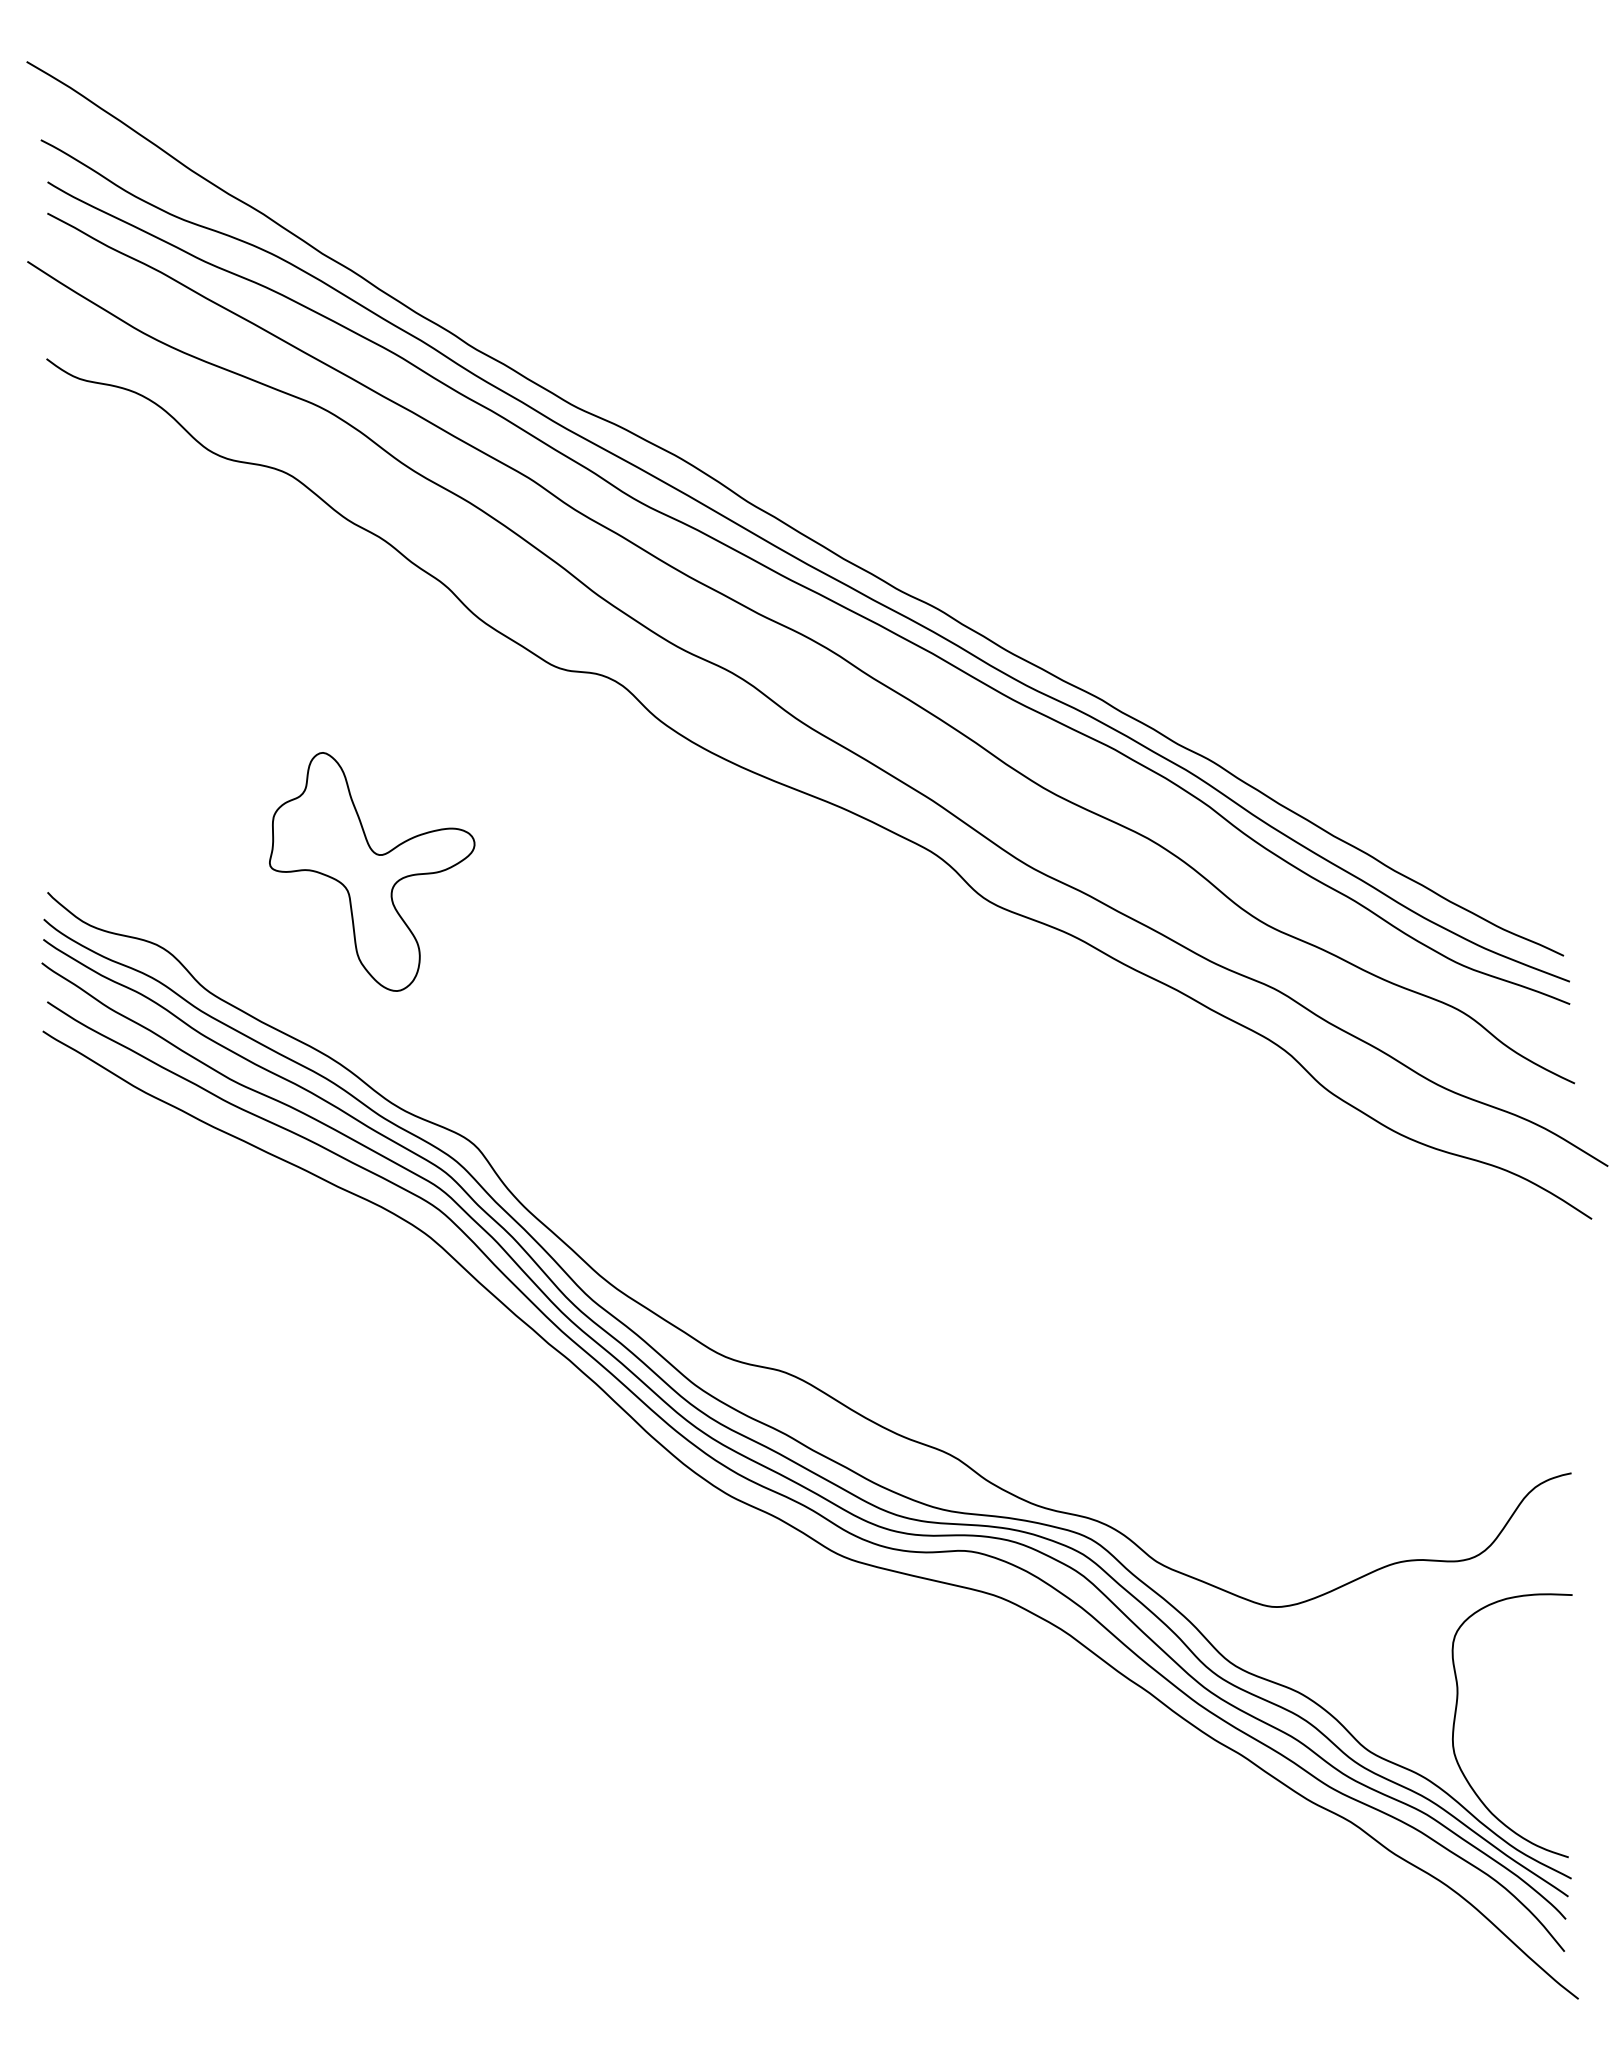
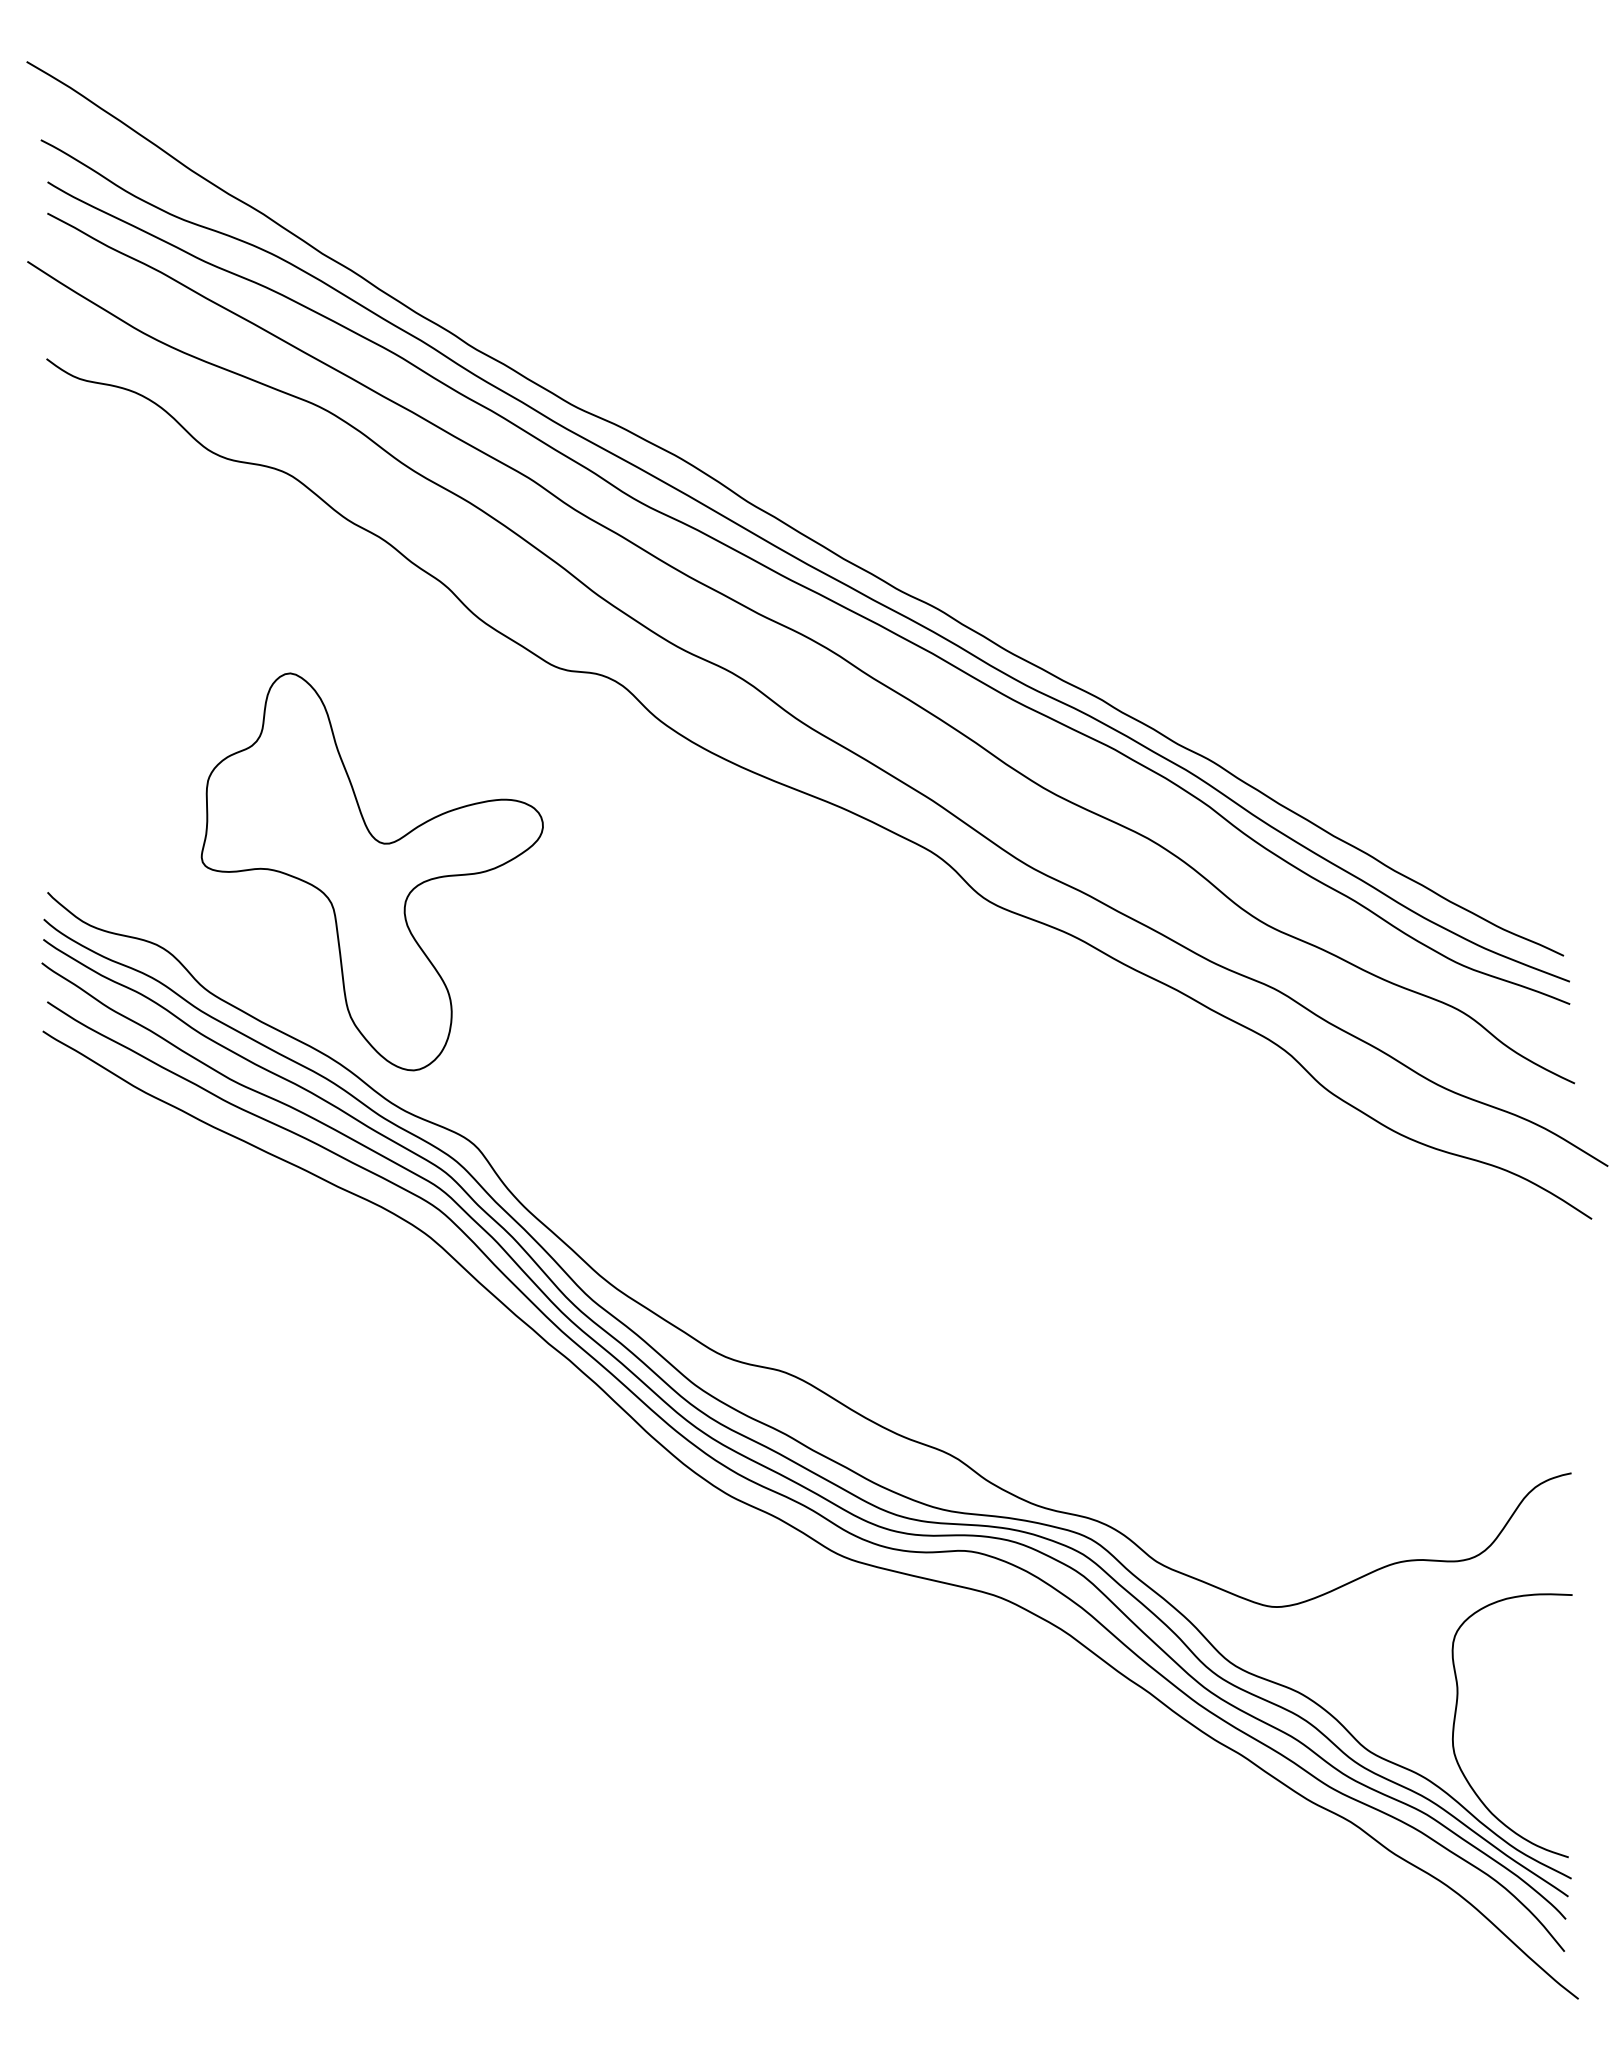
part at (372, 871) size: 207x240 px -> 344x400 px
